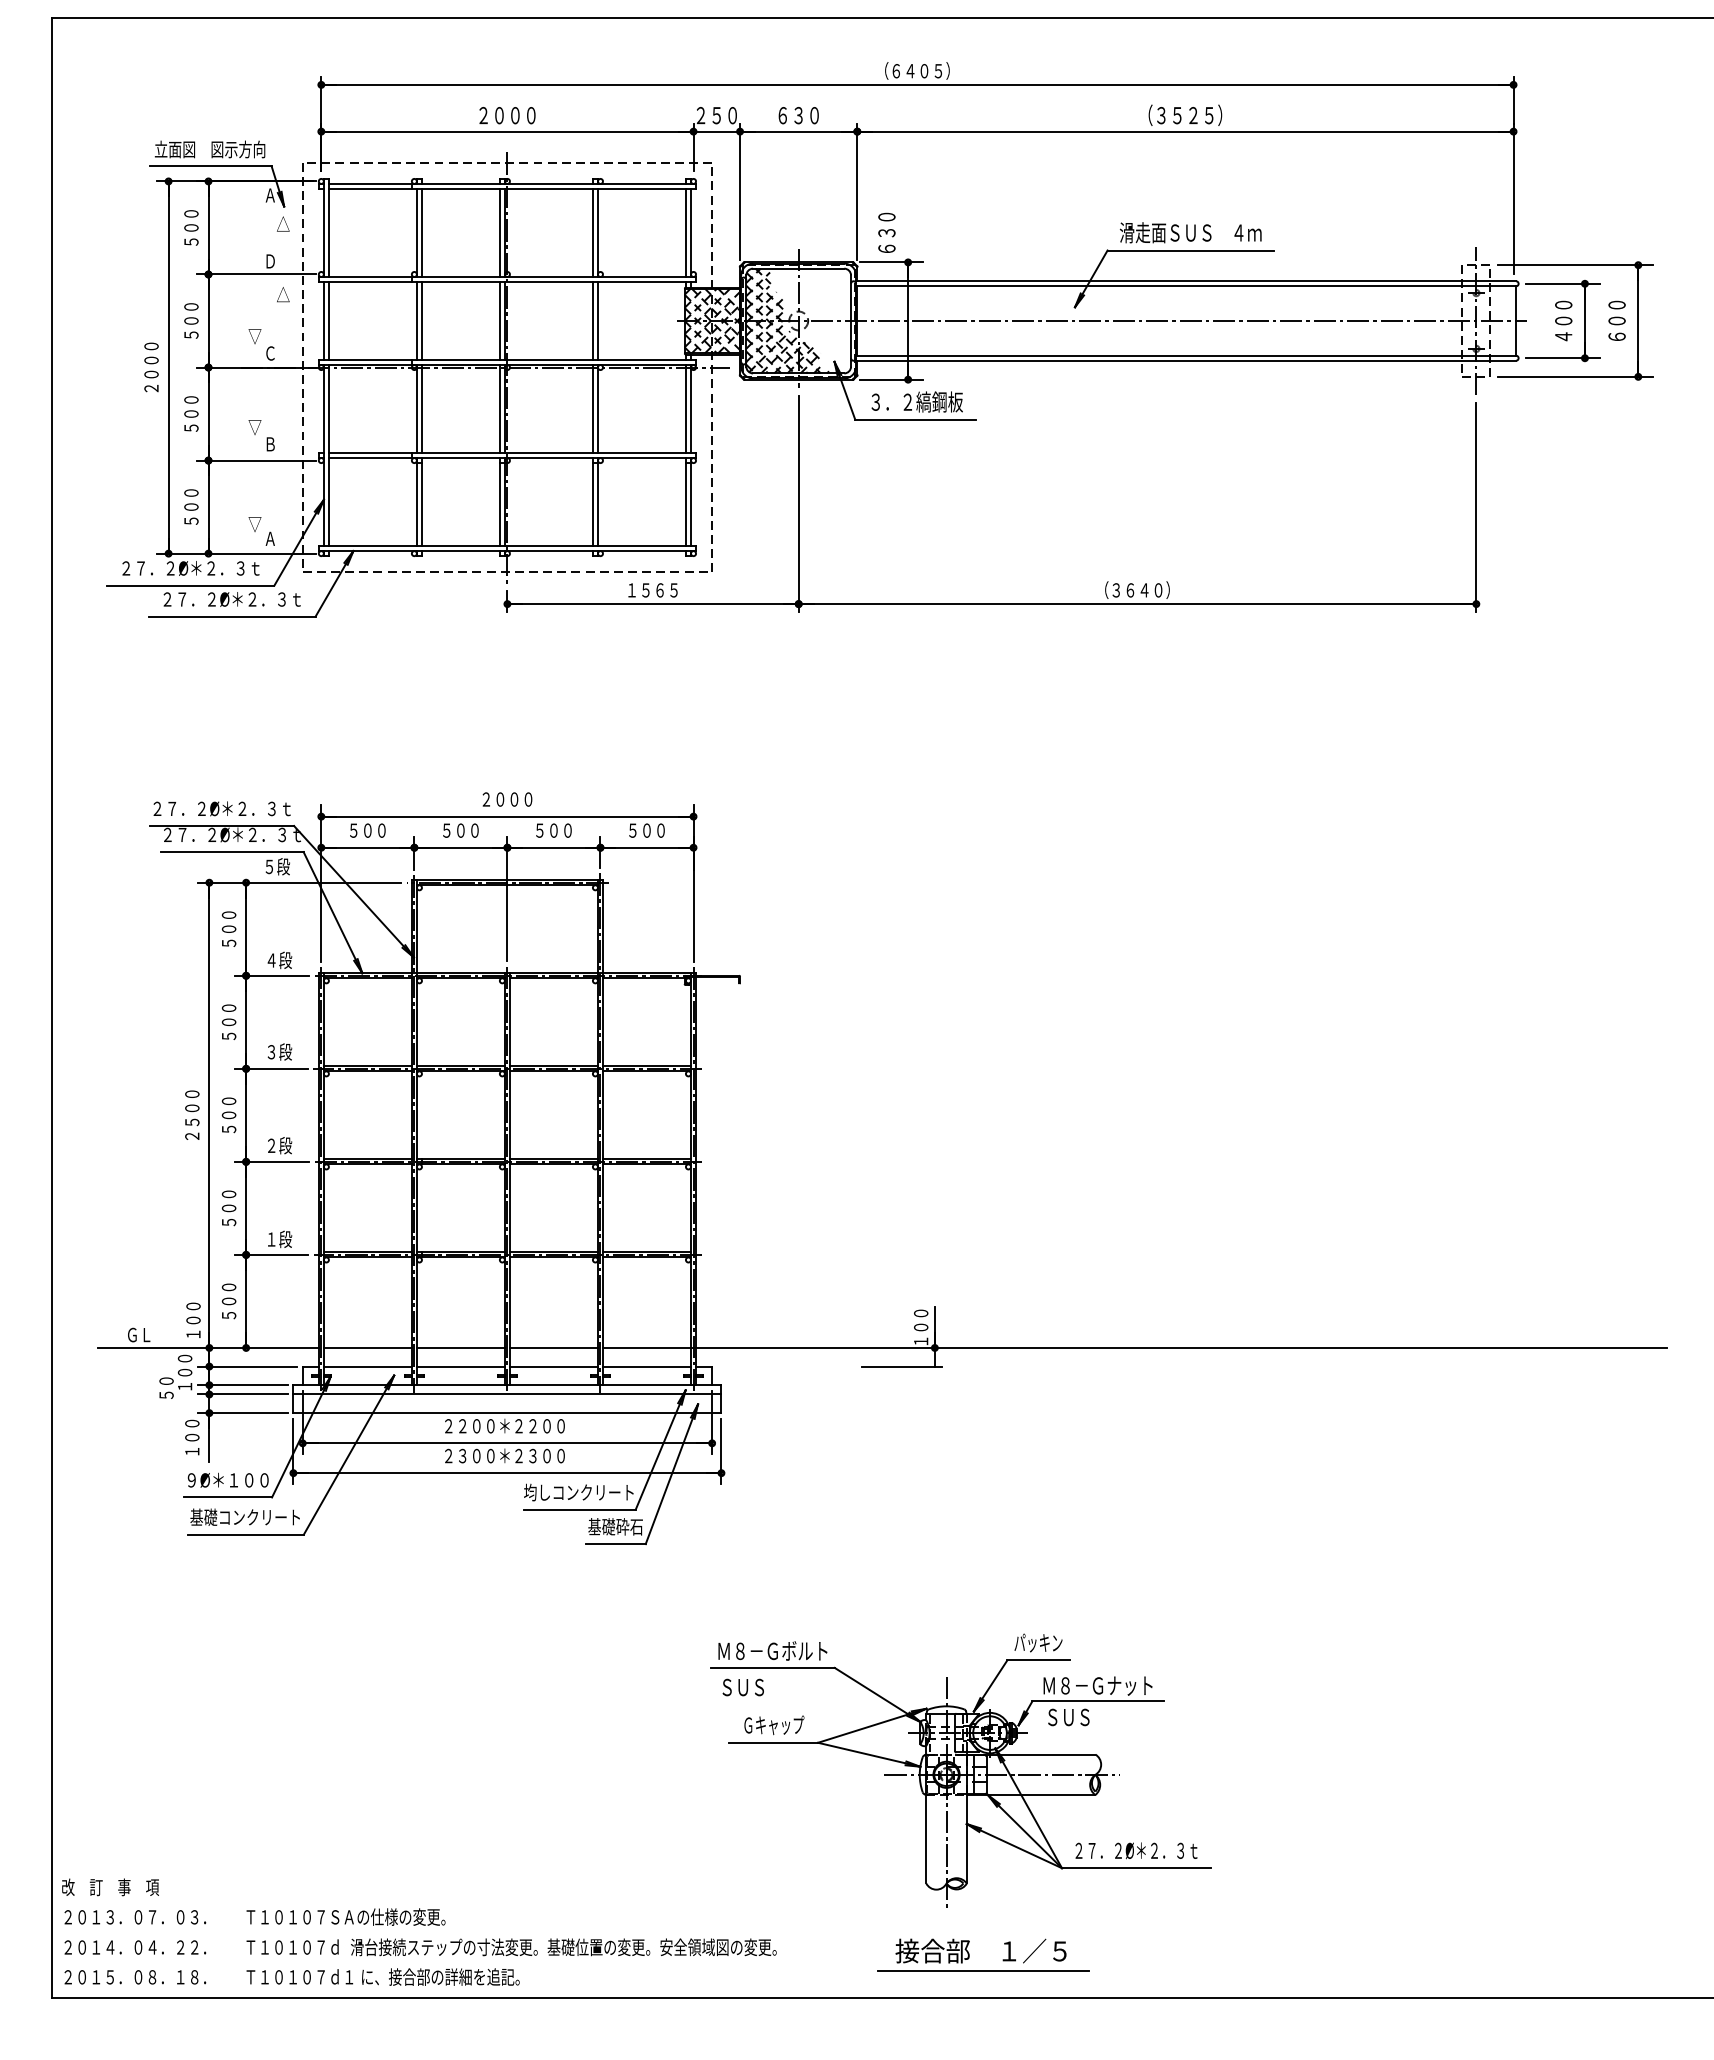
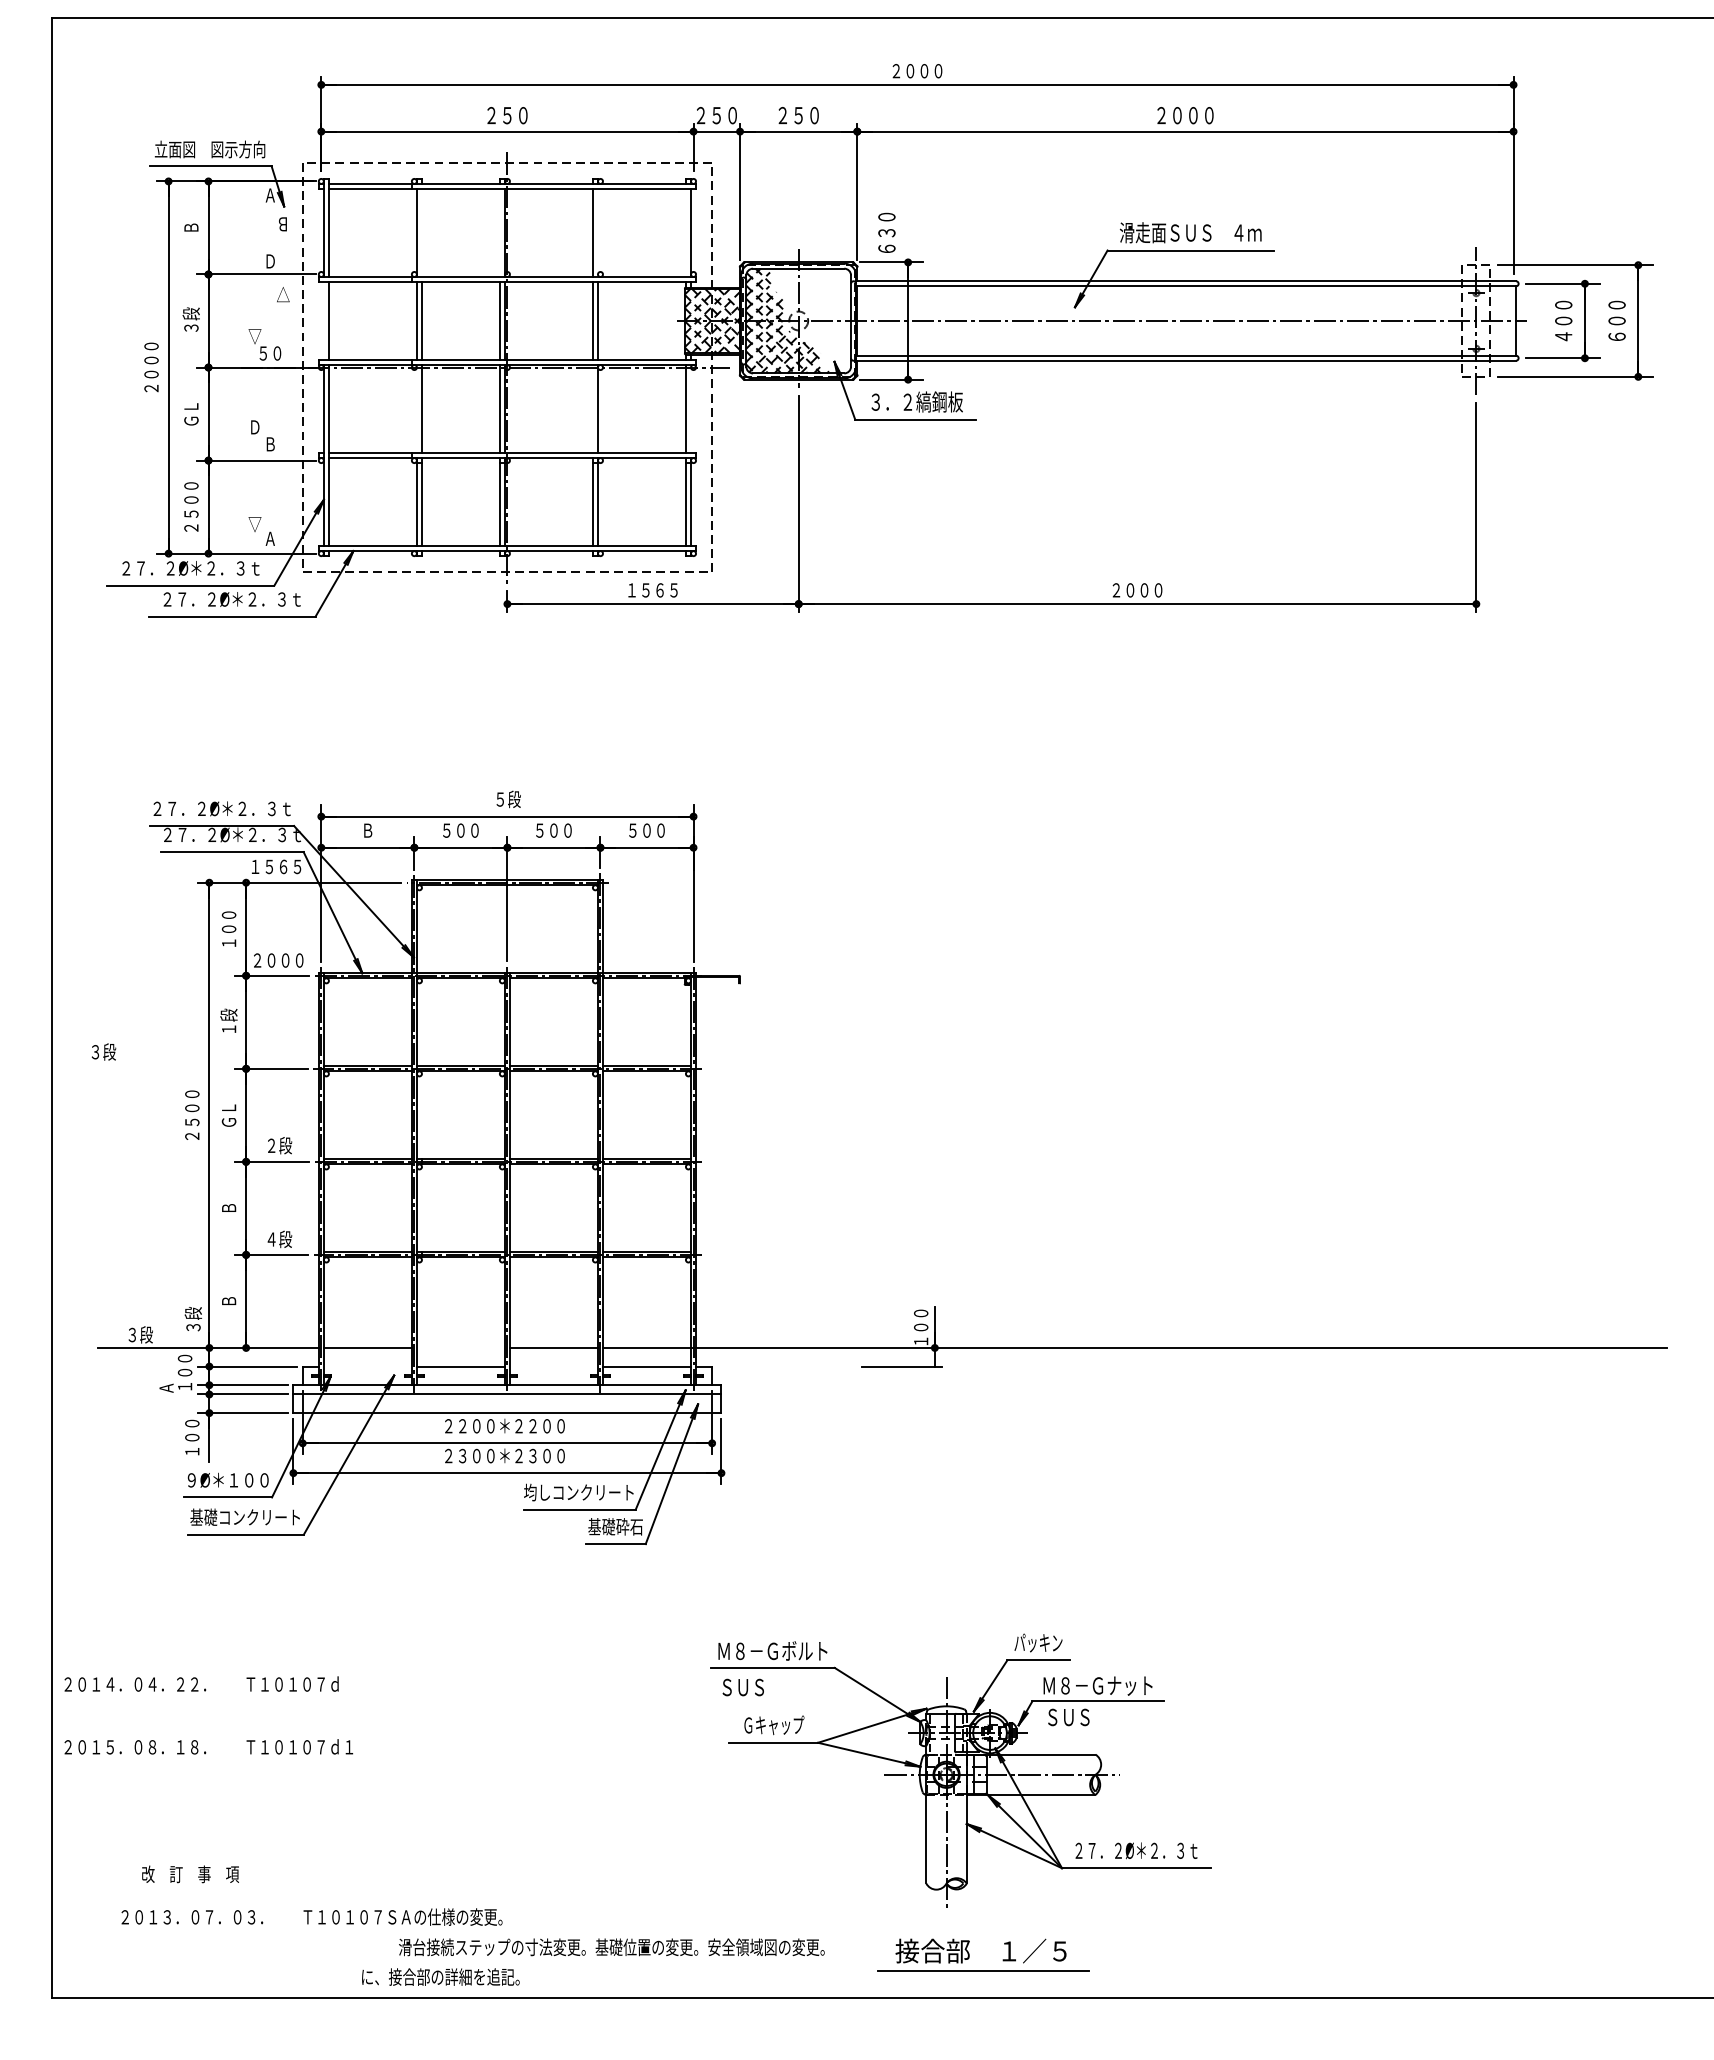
text at (917, 70): （６４０５） -> ２０００
text at (1185, 114): （３５２５） -> ２０００
text at (507, 115): ２０００ -> ２５０
text at (790, 115): ６３０ -> ２５０
text at (283, 223): ▽ -> Ｂ
text at (191, 227): ５００ -> Ｂ
line at (421, 233): present -> none
line at (499, 233): present -> none
line at (597, 233): present -> none
line at (685, 233): present -> none
text at (190, 320): ５００ -> ３段
line at (323, 320): present -> none
text at (270, 353): Ｃ -> ５０
line at (416, 409): present -> none
line at (592, 409): present -> none
line at (691, 409): present -> none
text at (191, 413): ５００ -> ＧＬ
text at (254, 427): ▽ -> Ｄ
text at (191, 506): ５００ -> ２５００
text at (1137, 589): （３６４０） -> ２０００
text at (507, 799): ２０００ -> ５段
text at (367, 830): ５００ -> Ｂ
text at (276, 866): ５段 -> １５６５
text at (229, 942): ５００ -> １００
text at (278, 960): ４段 -> ２０００
text at (228, 1022): ５００ -> １段
text at (279, 1051) position: (279, 1051) -> (103, 1051)
text at (228, 1115): ５００ -> ＧＬ
text at (228, 1208): ５００ -> Ｂ
text at (271, 1239): １段 -> ４段
text at (228, 1301): ５００ -> Ｂ
text at (193, 1320): １００ -> ３段
text at (140, 1334): ＧＬ -> ３段
line at (460, 1347): present -> none
line at (367, 1366): present -> none
line at (553, 1366): present -> none
text at (166, 1387): ５０ -> Ａ
text at (110, 1887) position: (110, 1887) -> (190, 1874)
text at (254, 1916) position: (254, 1916) -> (311, 1916)
text at (201, 1946) position: (201, 1946) -> (201, 1683)
text at (563, 1947) position: (563, 1947) -> (611, 1947)
text at (208, 1976) position: (208, 1976) -> (208, 1746)
